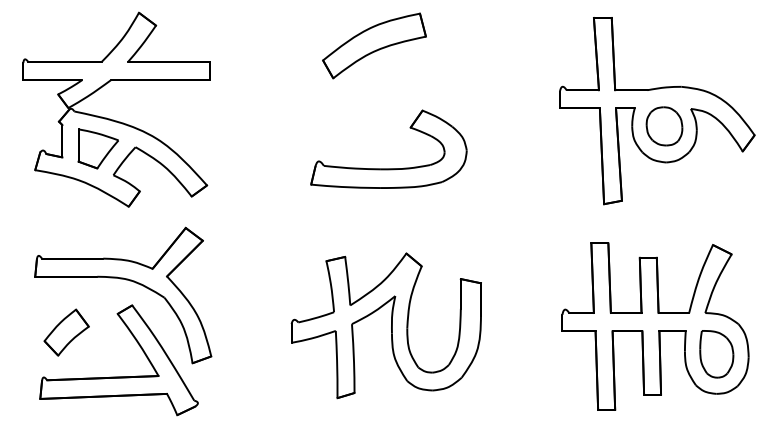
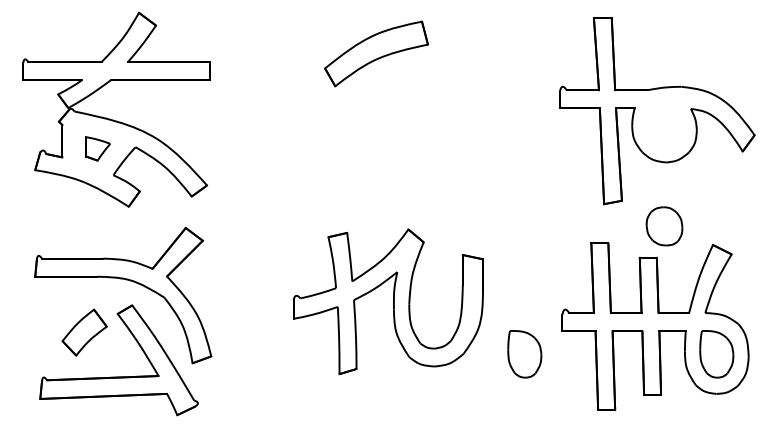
part at (374, 45) position: (374, 45) -> (376, 53)
part at (664, 126) position: (664, 126) -> (664, 226)
part at (97, 148) size: 42x42 px -> 26x26 px
part at (388, 168): present -> none
part at (385, 325) position: (385, 325) -> (387, 301)
part at (66, 332) position: (66, 332) -> (84, 332)
part at (524, 354): none -> present
